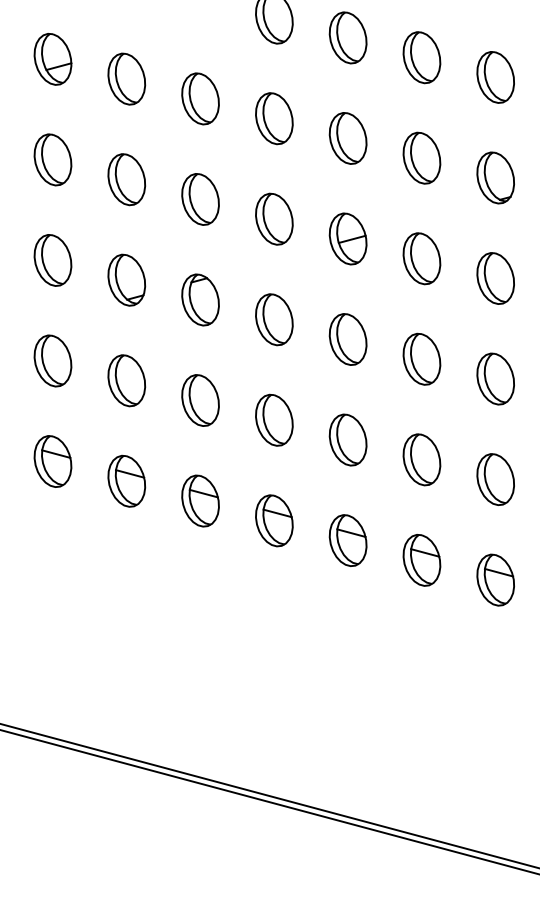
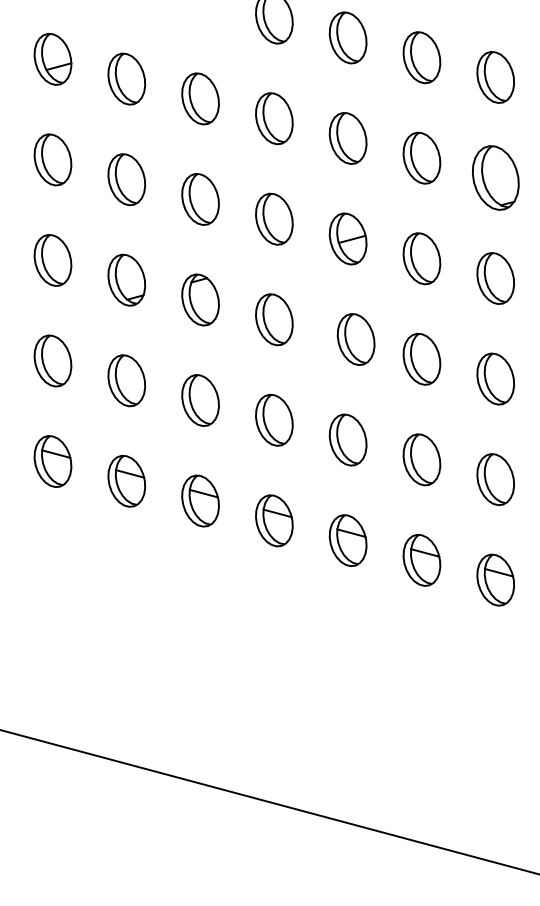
part at (495, 177) size: 39x54 px -> 48x66 px
part at (347, 339) position: (347, 339) -> (355, 339)
line at (269, 795): present -> none
